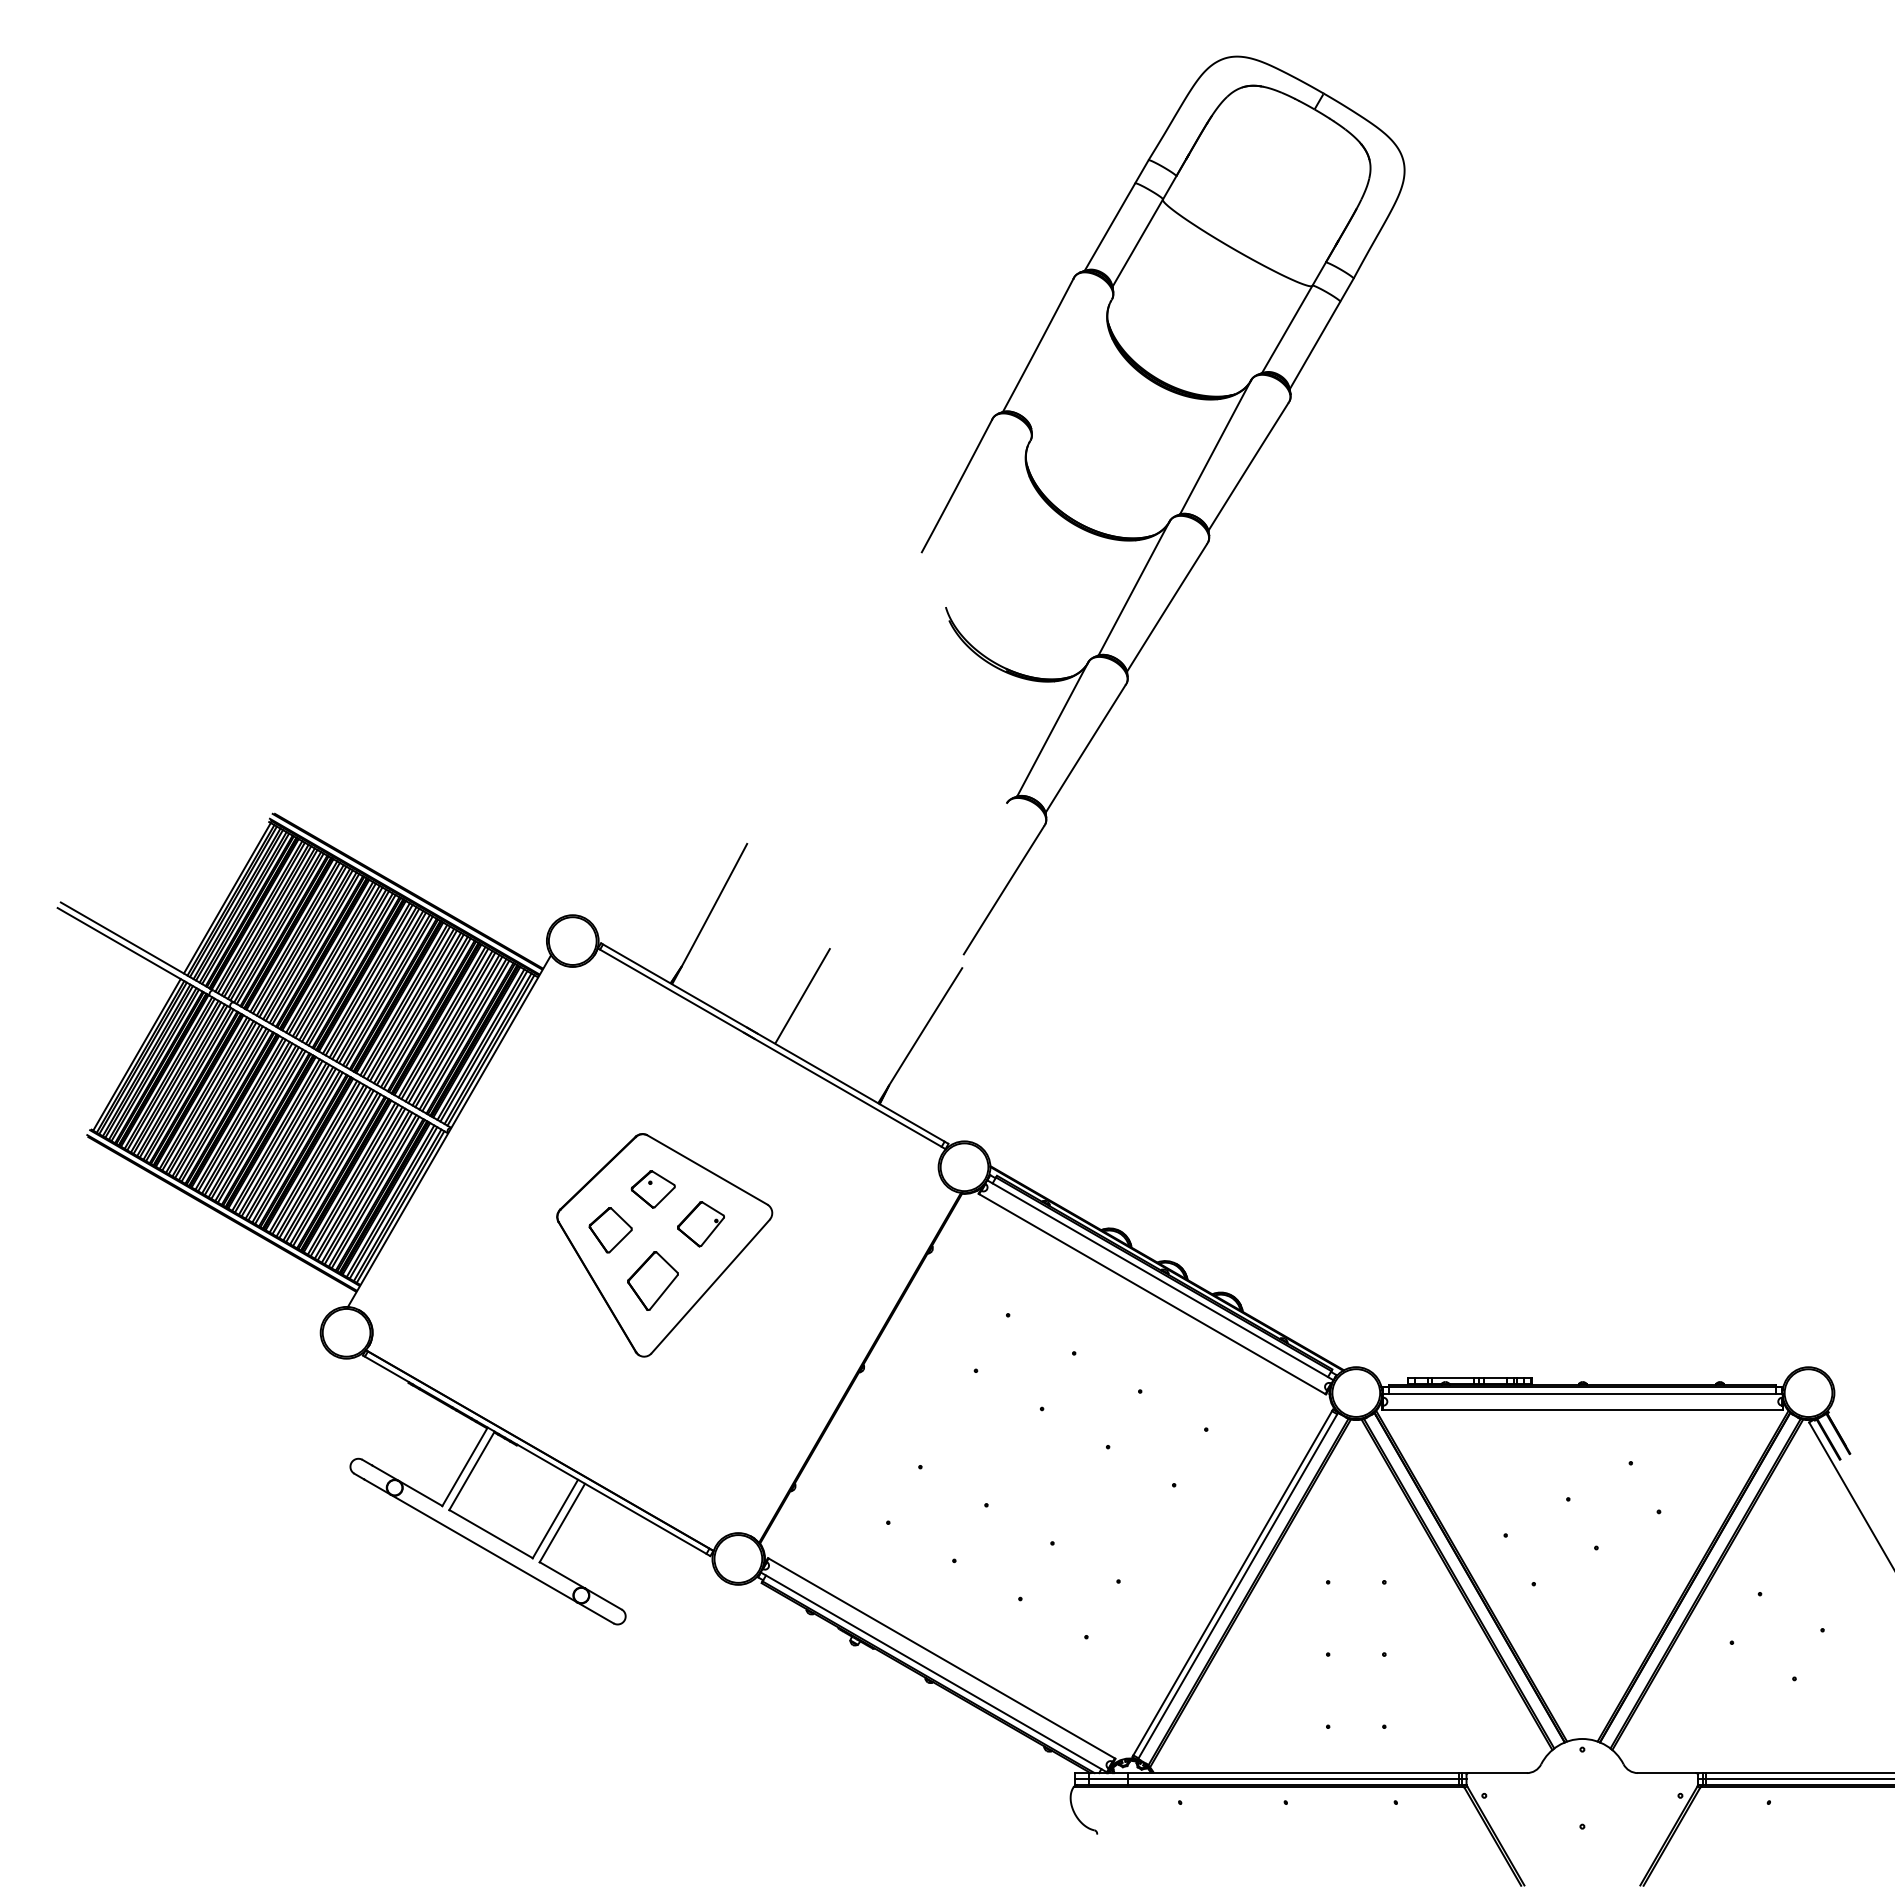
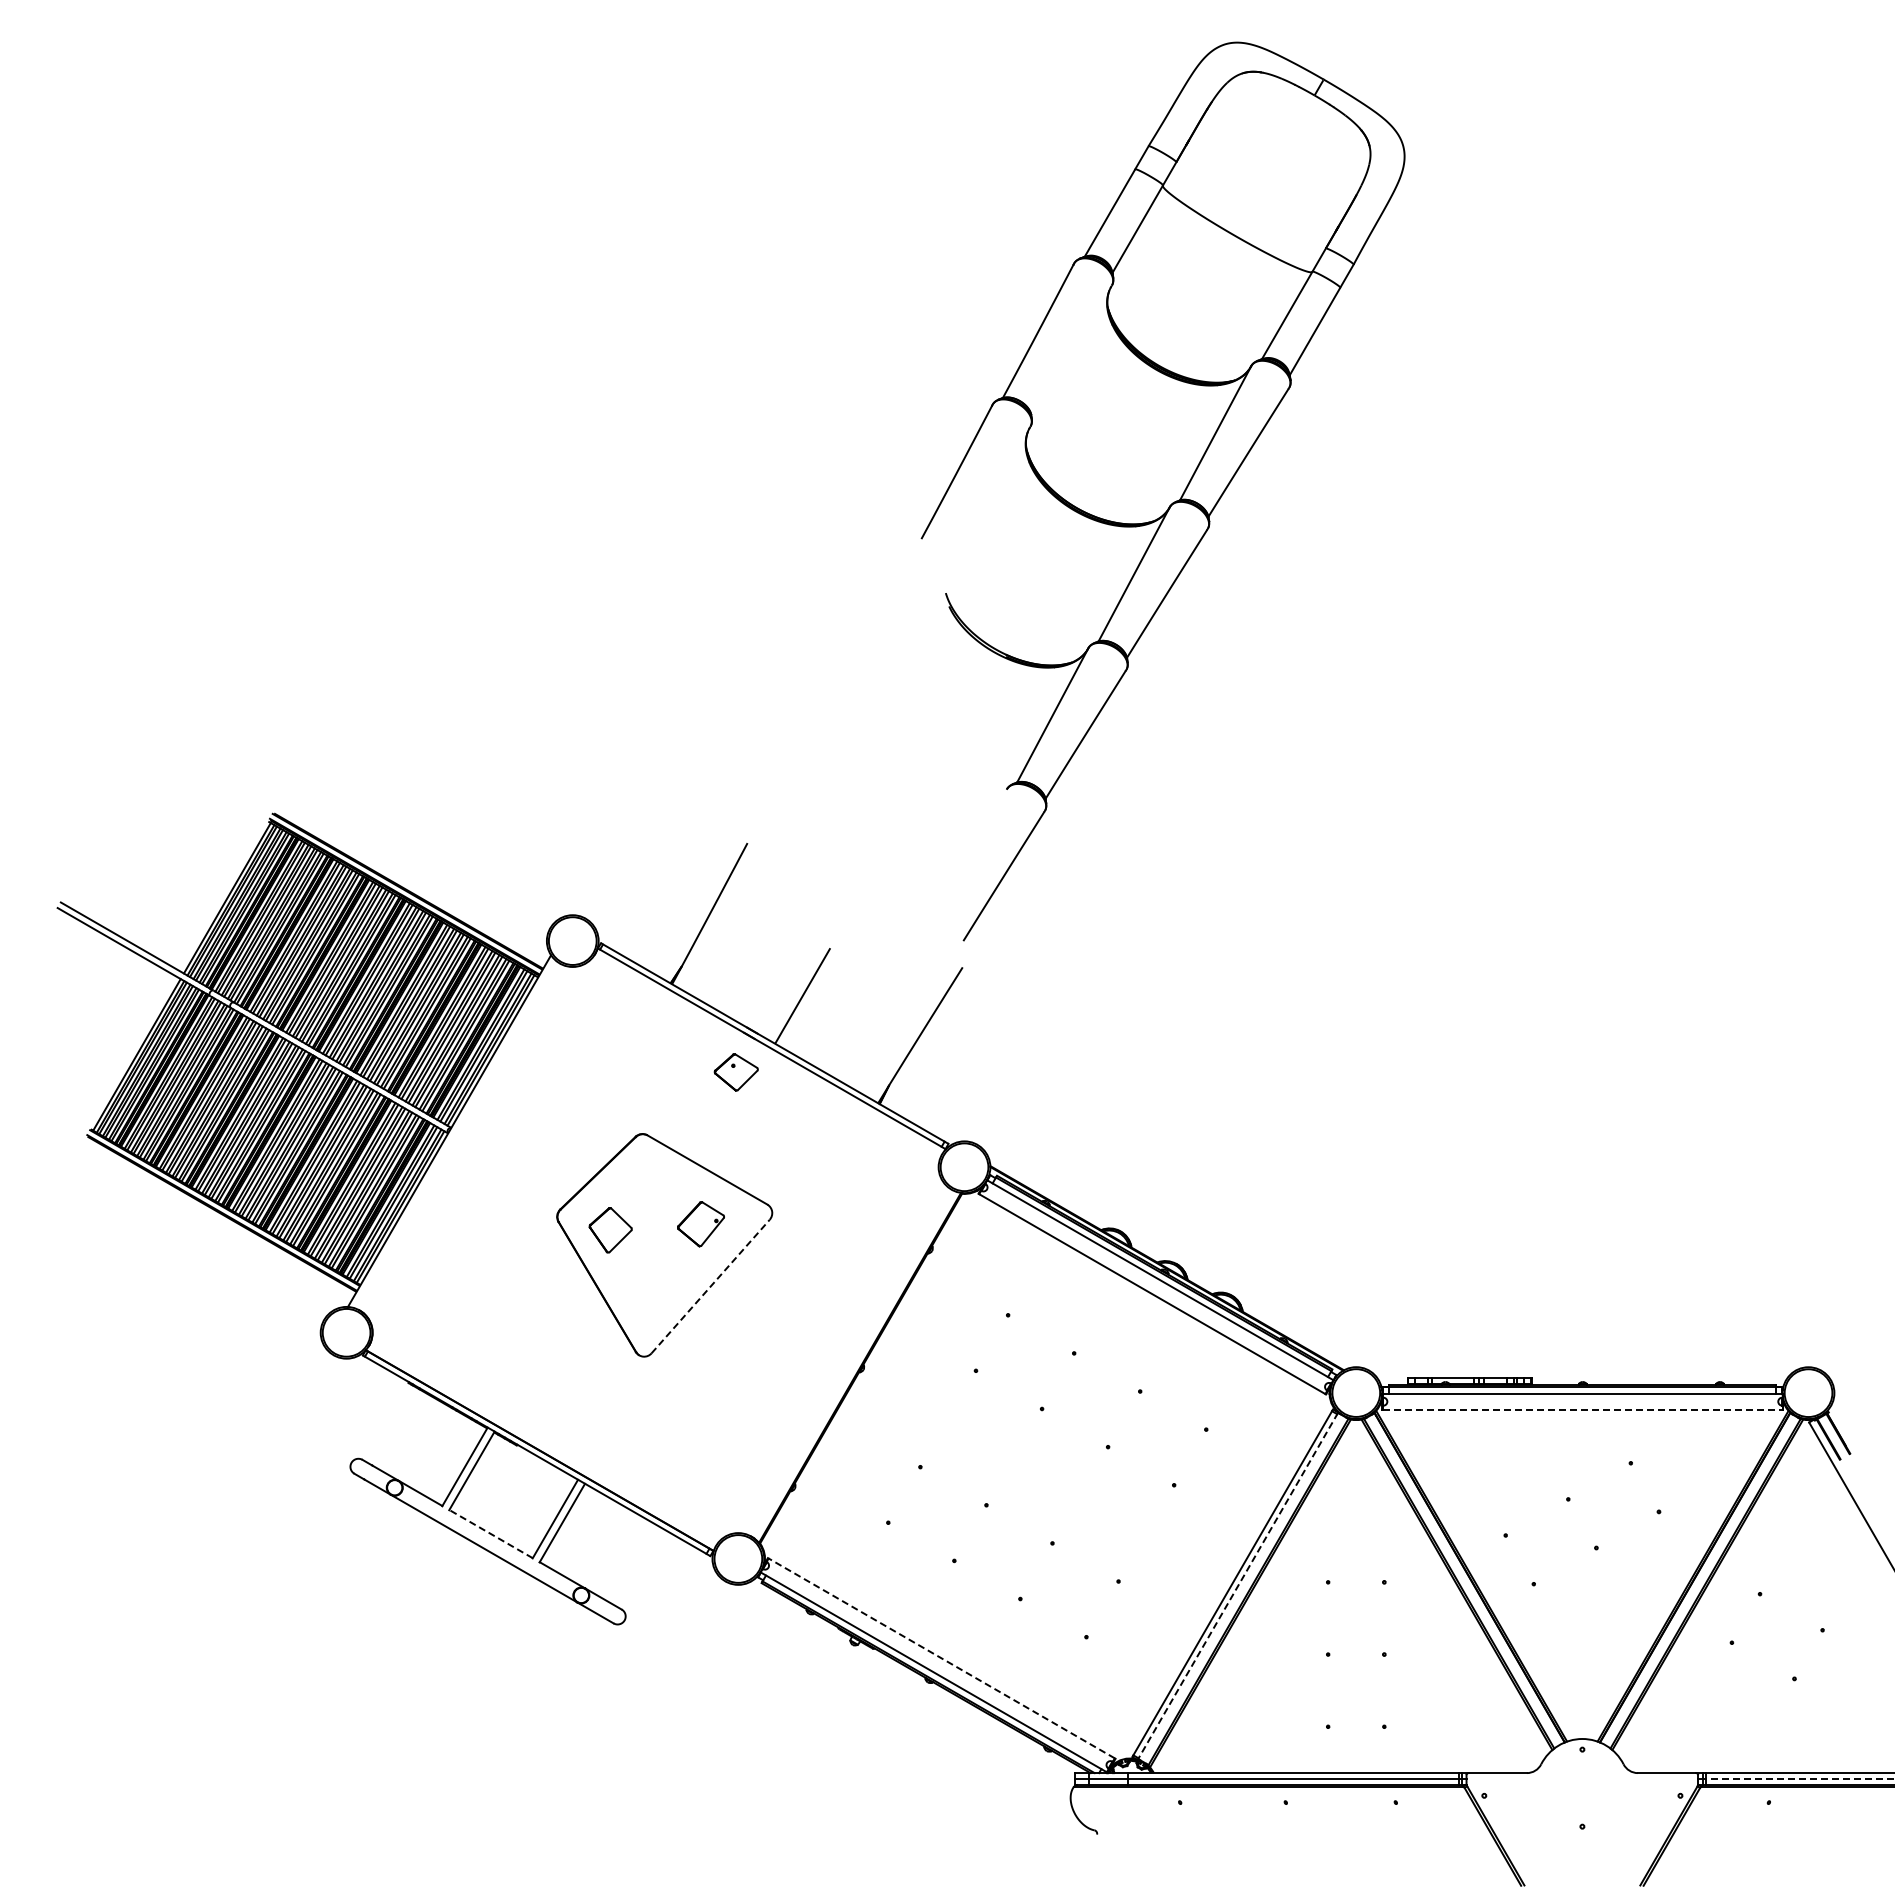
part at (1162, 505) position: (1162, 505) -> (1162, 491)
part at (652, 1189) position: (652, 1189) -> (735, 1072)
part at (652, 1280): present -> none
line at (710, 1286): solid -> dashed
line at (1582, 1409): solid -> dashed
line at (490, 1533): solid -> dashed
line at (1238, 1585): solid -> dashed
line at (941, 1658): solid -> dashed
line at (1799, 1779): solid -> dashed
